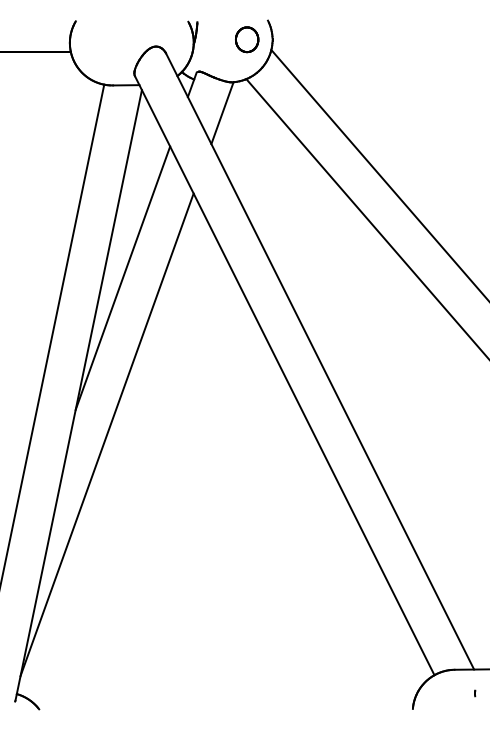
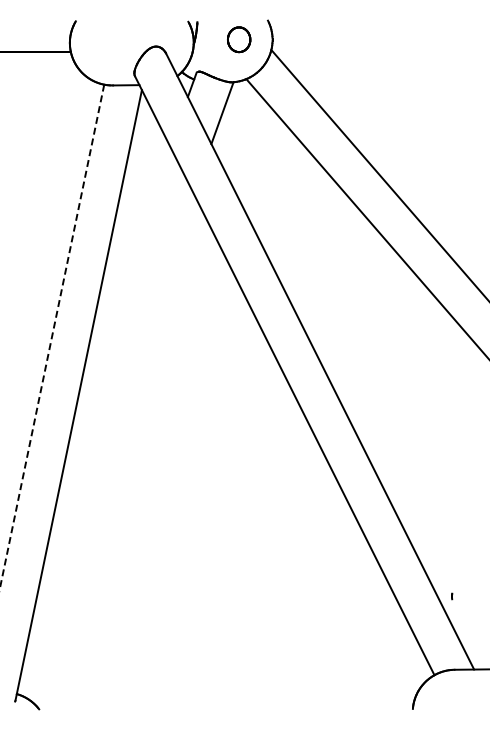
part at (247, 39) position: (247, 39) -> (239, 39)
line at (122, 277): present -> none
line at (52, 335): solid -> dashed
line at (106, 434): present -> none
part at (475, 693) position: (475, 693) -> (452, 596)
